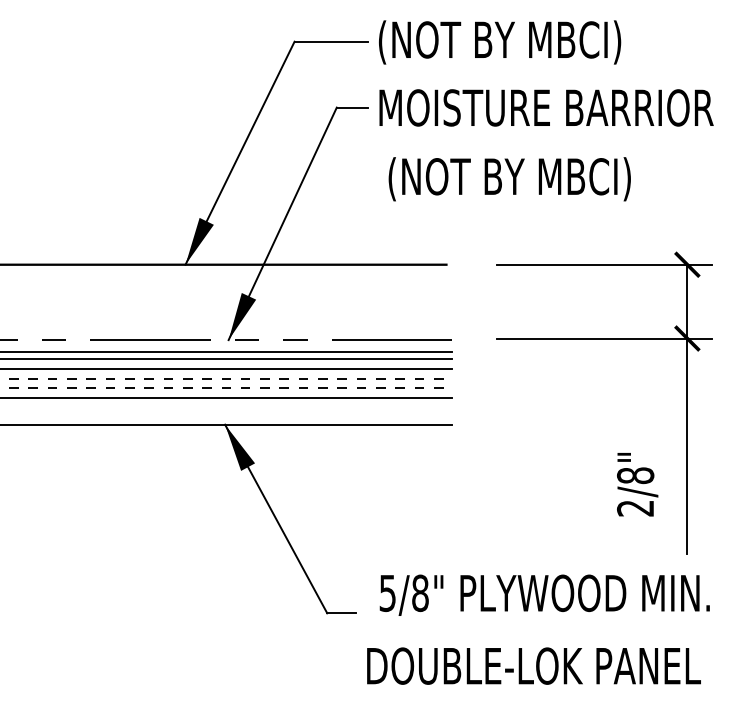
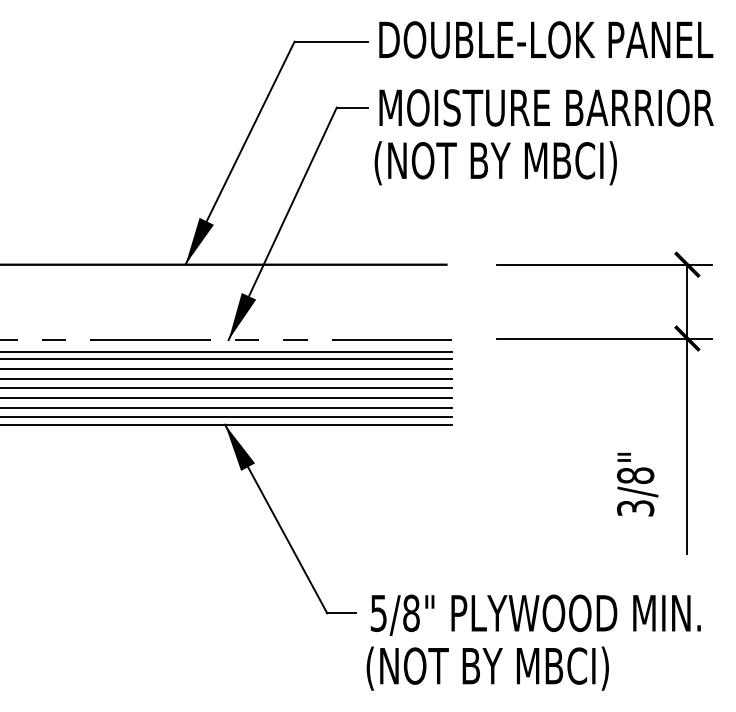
text at (545, 42): (NOT BY MBCI) -> DOUBLE-LOK PANEL
text at (509, 179) position: (509, 179) -> (495, 163)
line at (226, 378): dashed -> solid
line at (226, 388): dashed -> solid
line at (227, 407): none -> present
line at (227, 417): none -> present
text at (635, 508): 2/8" -> 3/8"
text at (544, 594) position: (544, 594) -> (535, 614)
text at (533, 668): DOUBLE-LOK PANEL -> (NOT BY MBCI)
